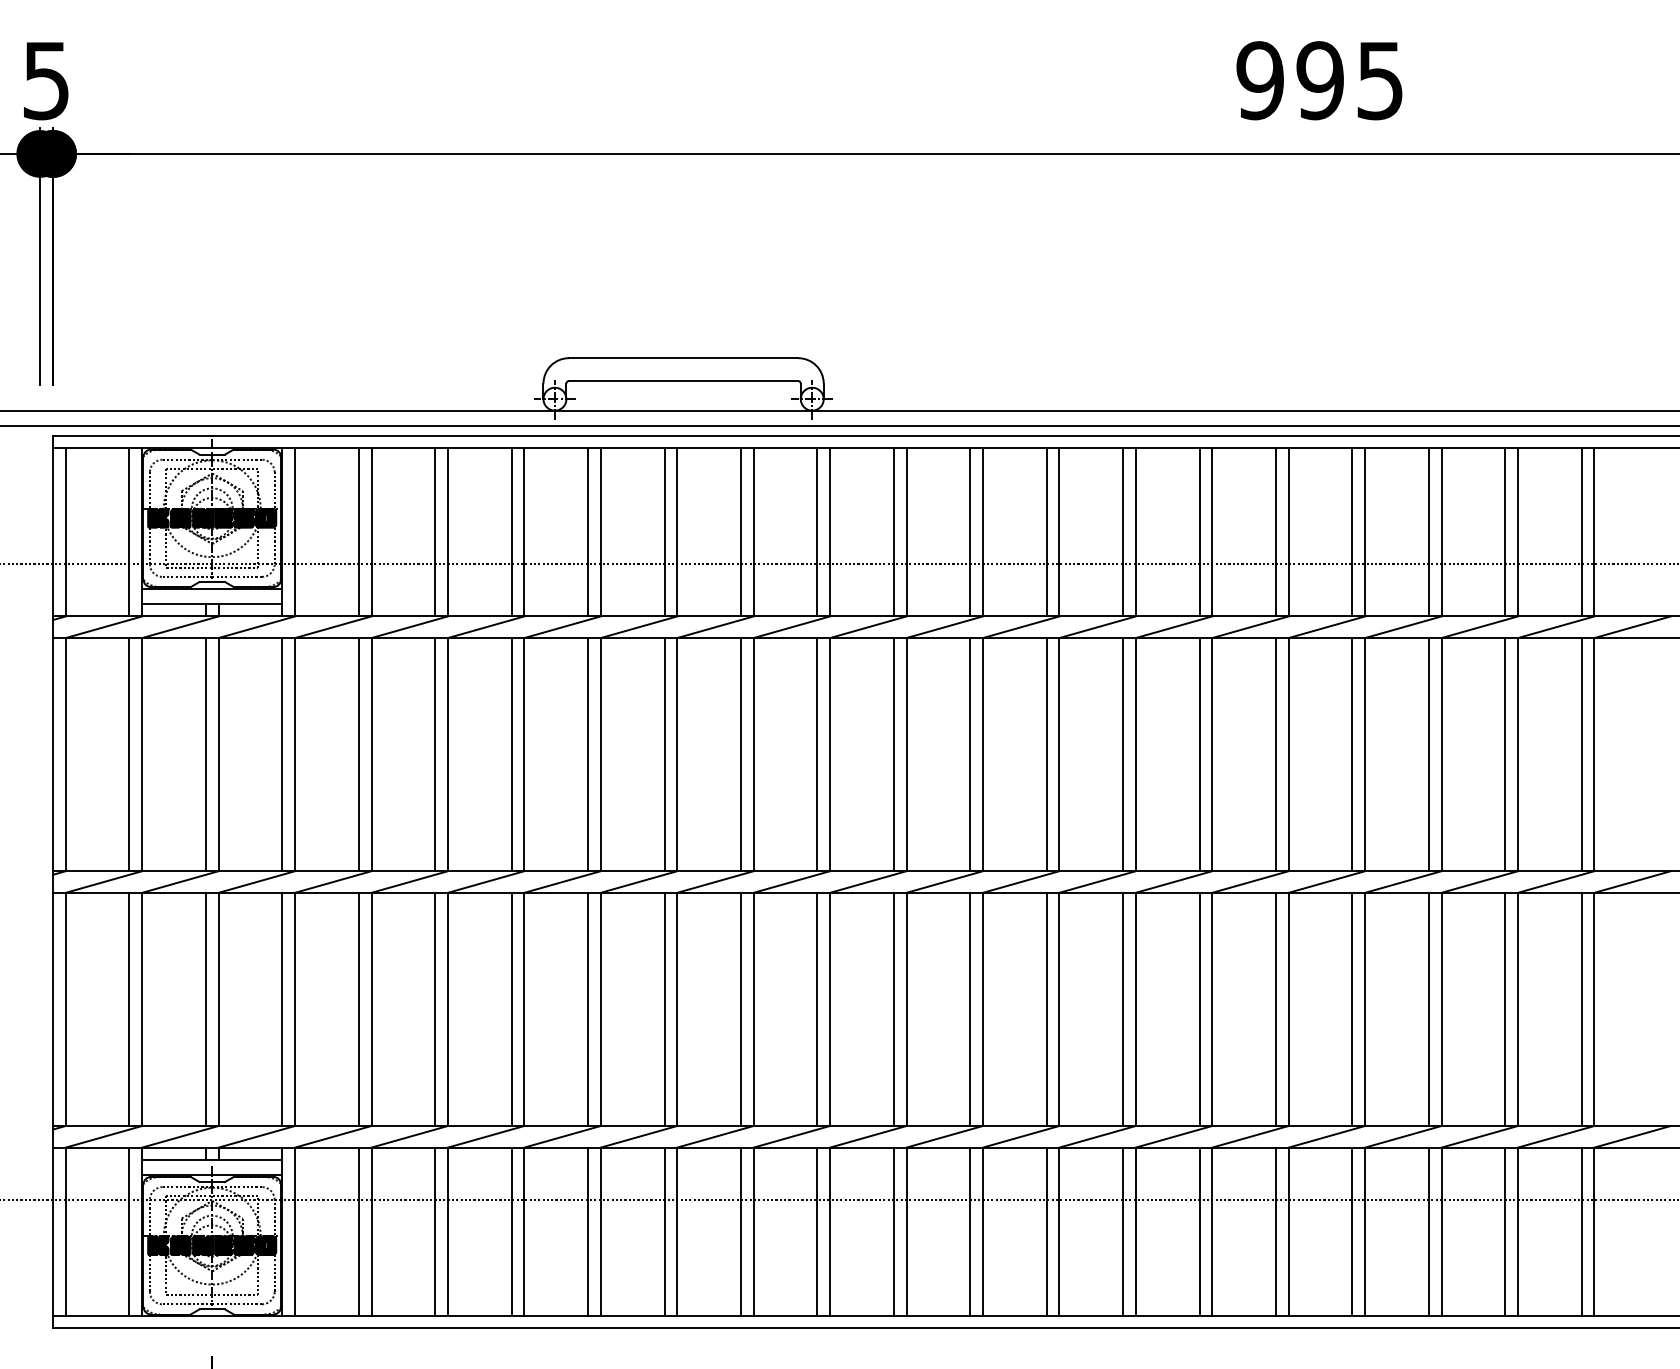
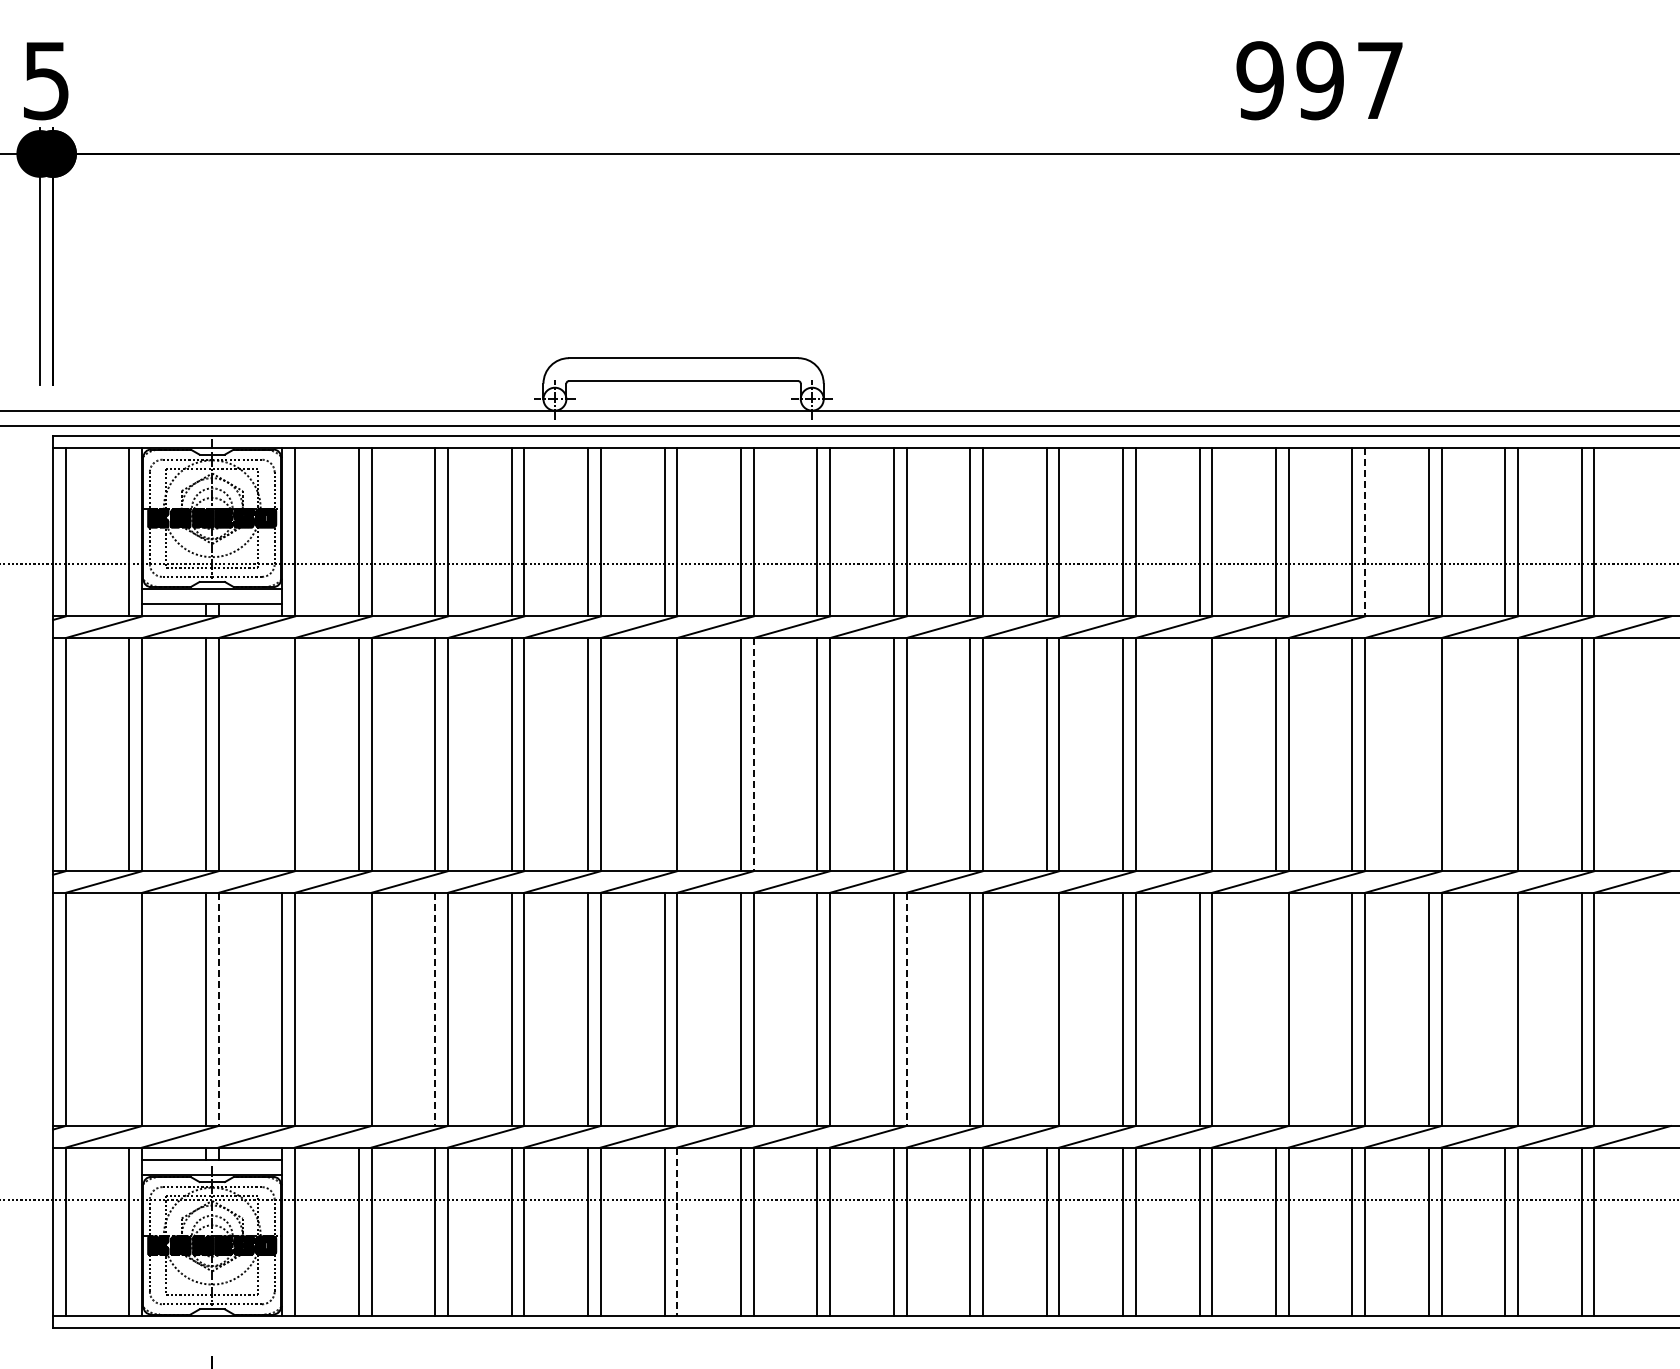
text at (1379, 81): 995 -> 997
line at (1365, 532): solid -> dashed
line at (282, 754): present -> none
line at (664, 754): present -> none
line at (753, 754): solid -> dashed
line at (1199, 754): present -> none
line at (1428, 754): present -> none
line at (1505, 754): present -> none
line at (129, 1008): present -> none
line at (358, 1008): present -> none
line at (1046, 1008): present -> none
line at (1275, 1008): present -> none
line at (1505, 1008): present -> none
line at (218, 1009): solid -> dashed
line at (435, 1009): solid -> dashed
line at (906, 1009): solid -> dashed
line at (677, 1232): solid -> dashed
